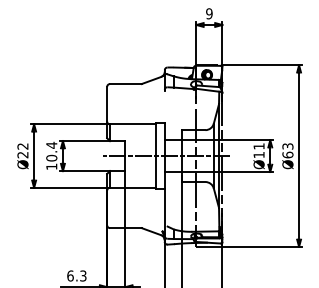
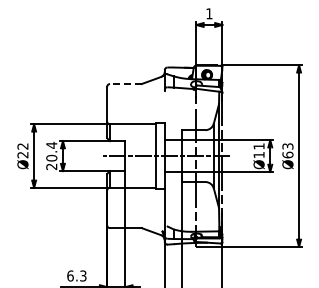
text at (209, 13): 9 -> 1
line at (125, 84): solid -> dashed
text at (51, 166): 10.4 -> 20.4
